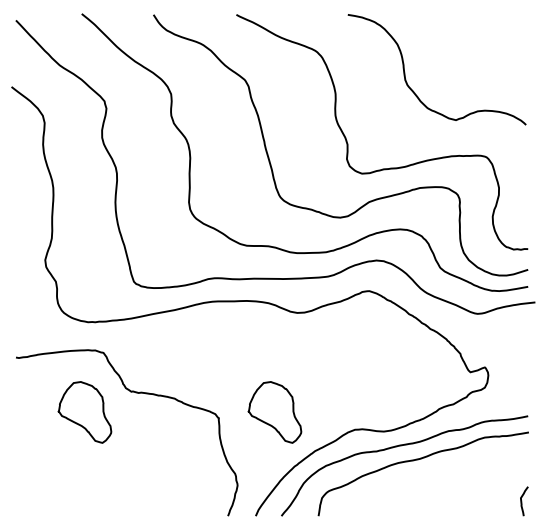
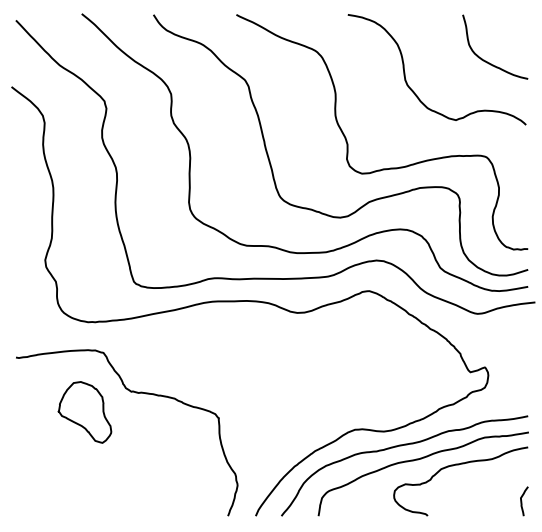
curve at (487, 61): none -> present
part at (274, 412): present -> none
curve at (459, 465): none -> present
